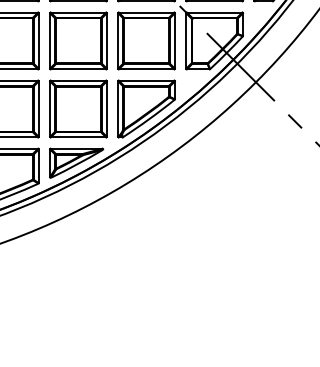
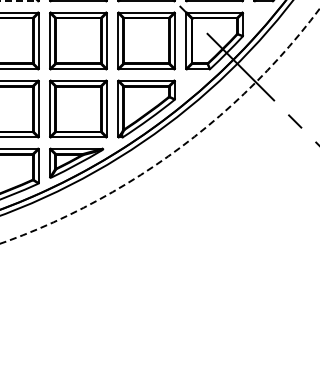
line at (19, 1): solid -> dashed
circle at (159, 125): solid -> dashed
